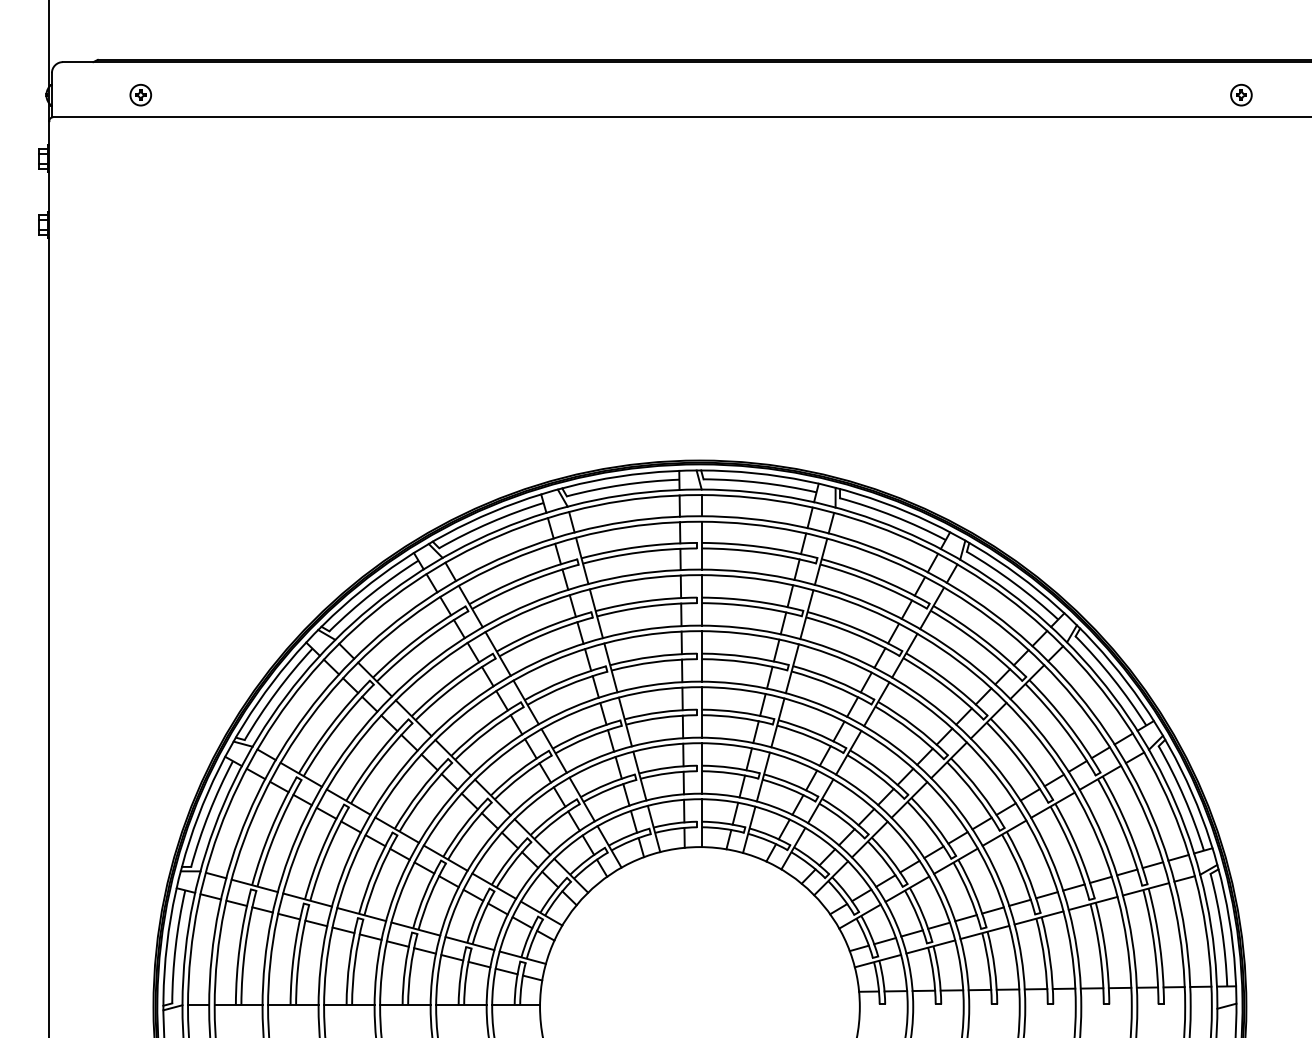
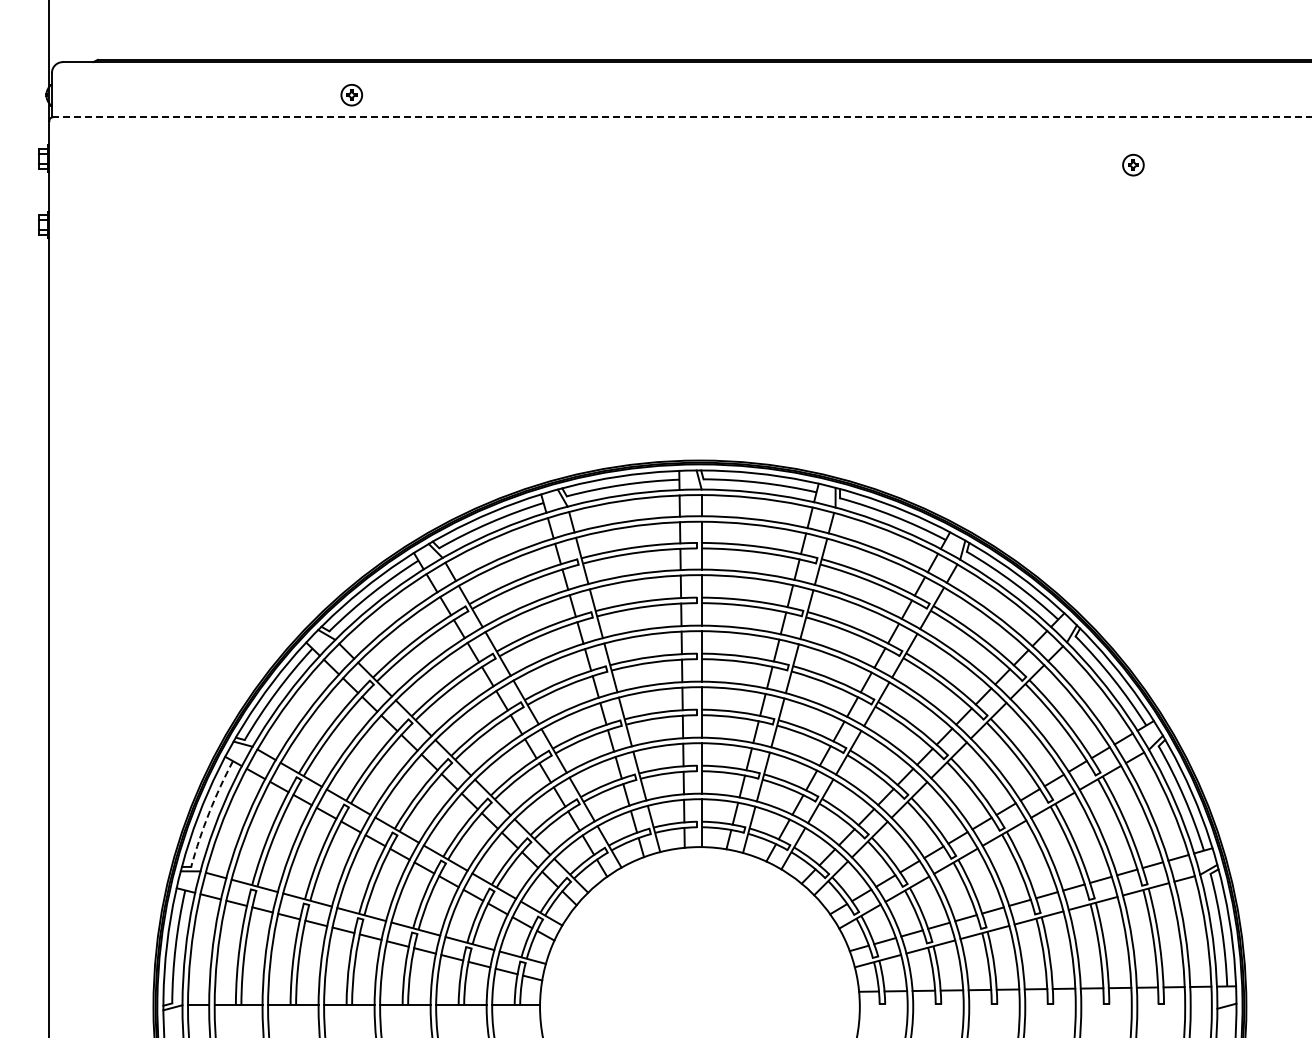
part at (140, 94) position: (140, 94) -> (351, 94)
part at (1241, 94) position: (1241, 94) -> (1133, 164)
line at (681, 117): solid -> dashed
arc at (209, 812): solid -> dashed
